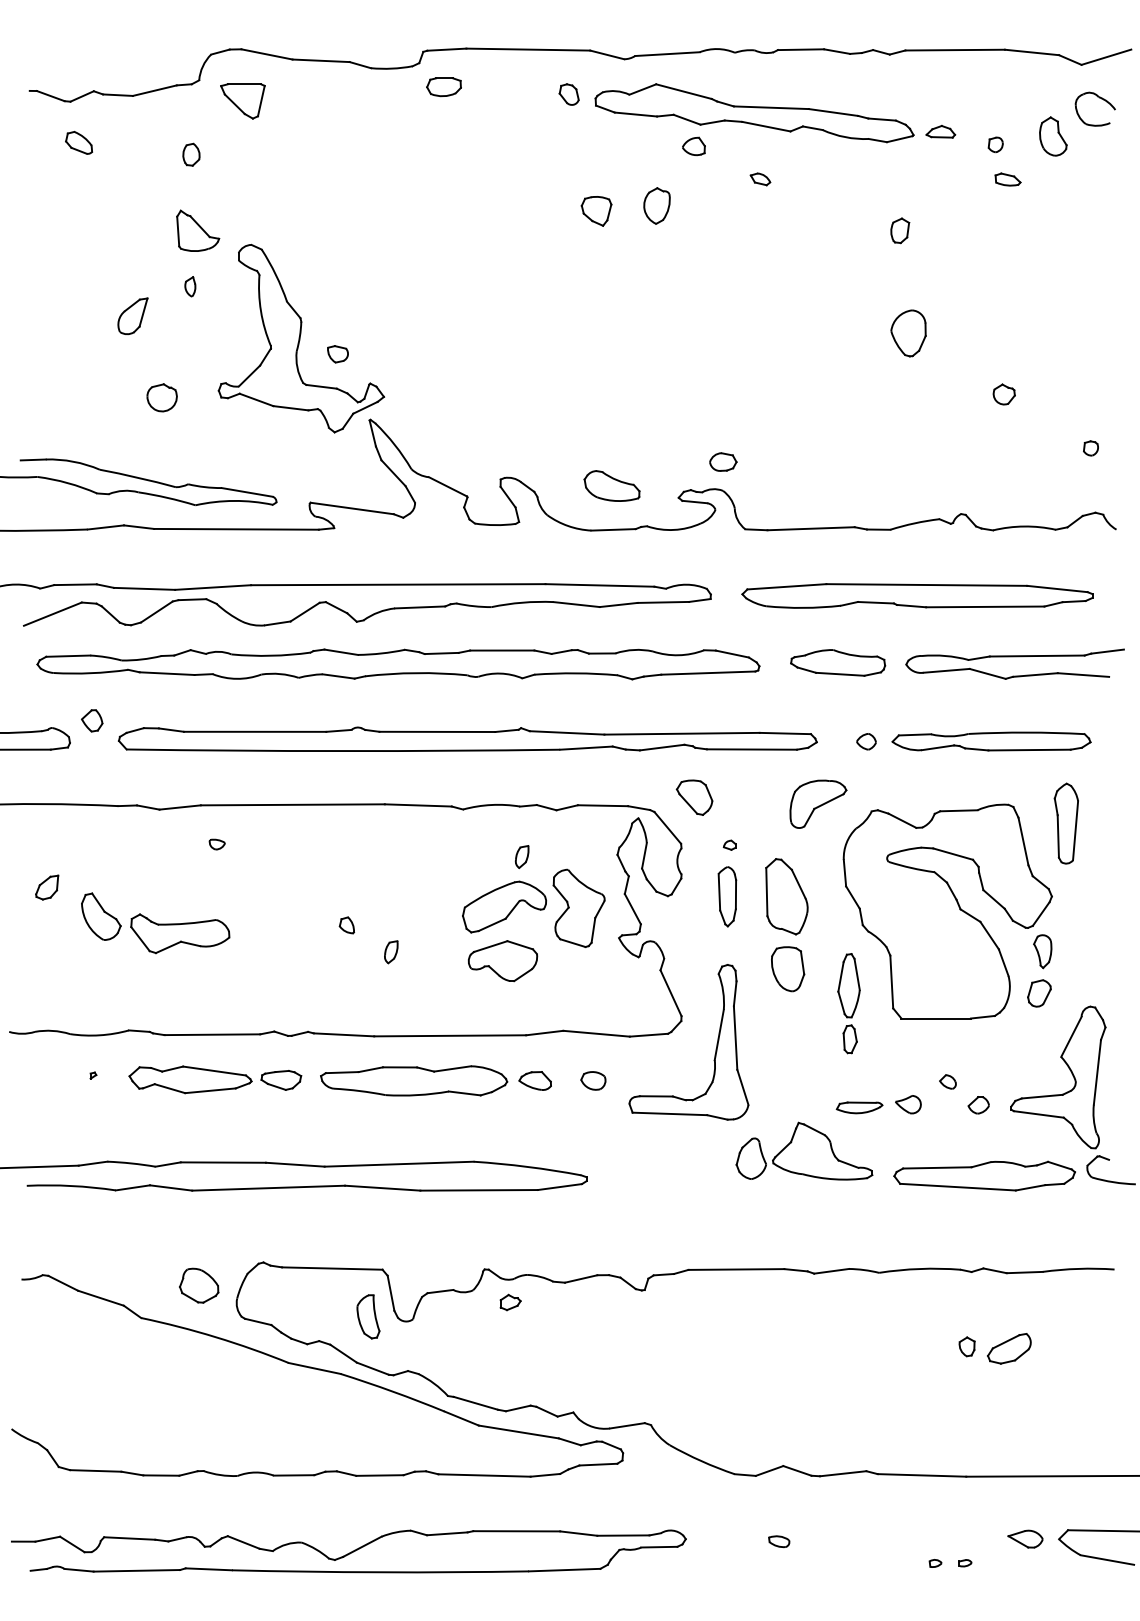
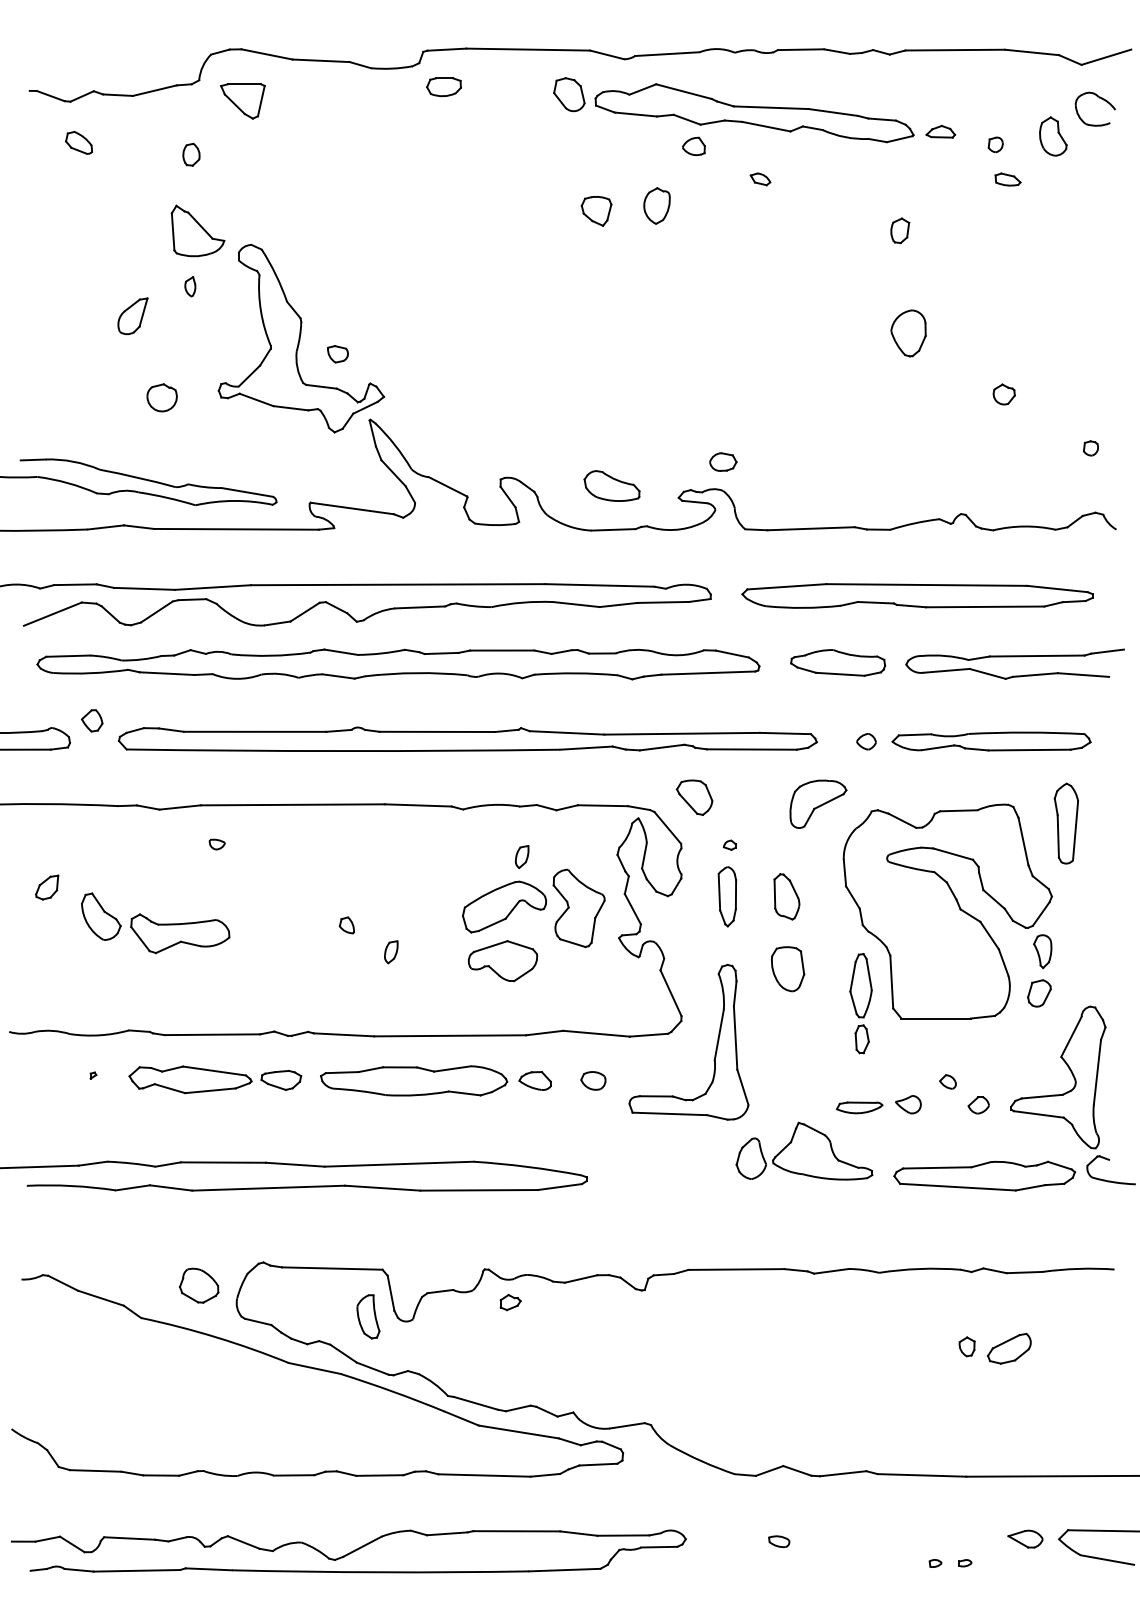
part at (568, 94) size: 22x23 px -> 33x36 px
part at (198, 230) size: 45x43 px -> 56x54 px
part at (786, 896) size: 44x78 px -> 28x48 px
part at (848, 1003) position: (848, 1003) -> (860, 1003)
